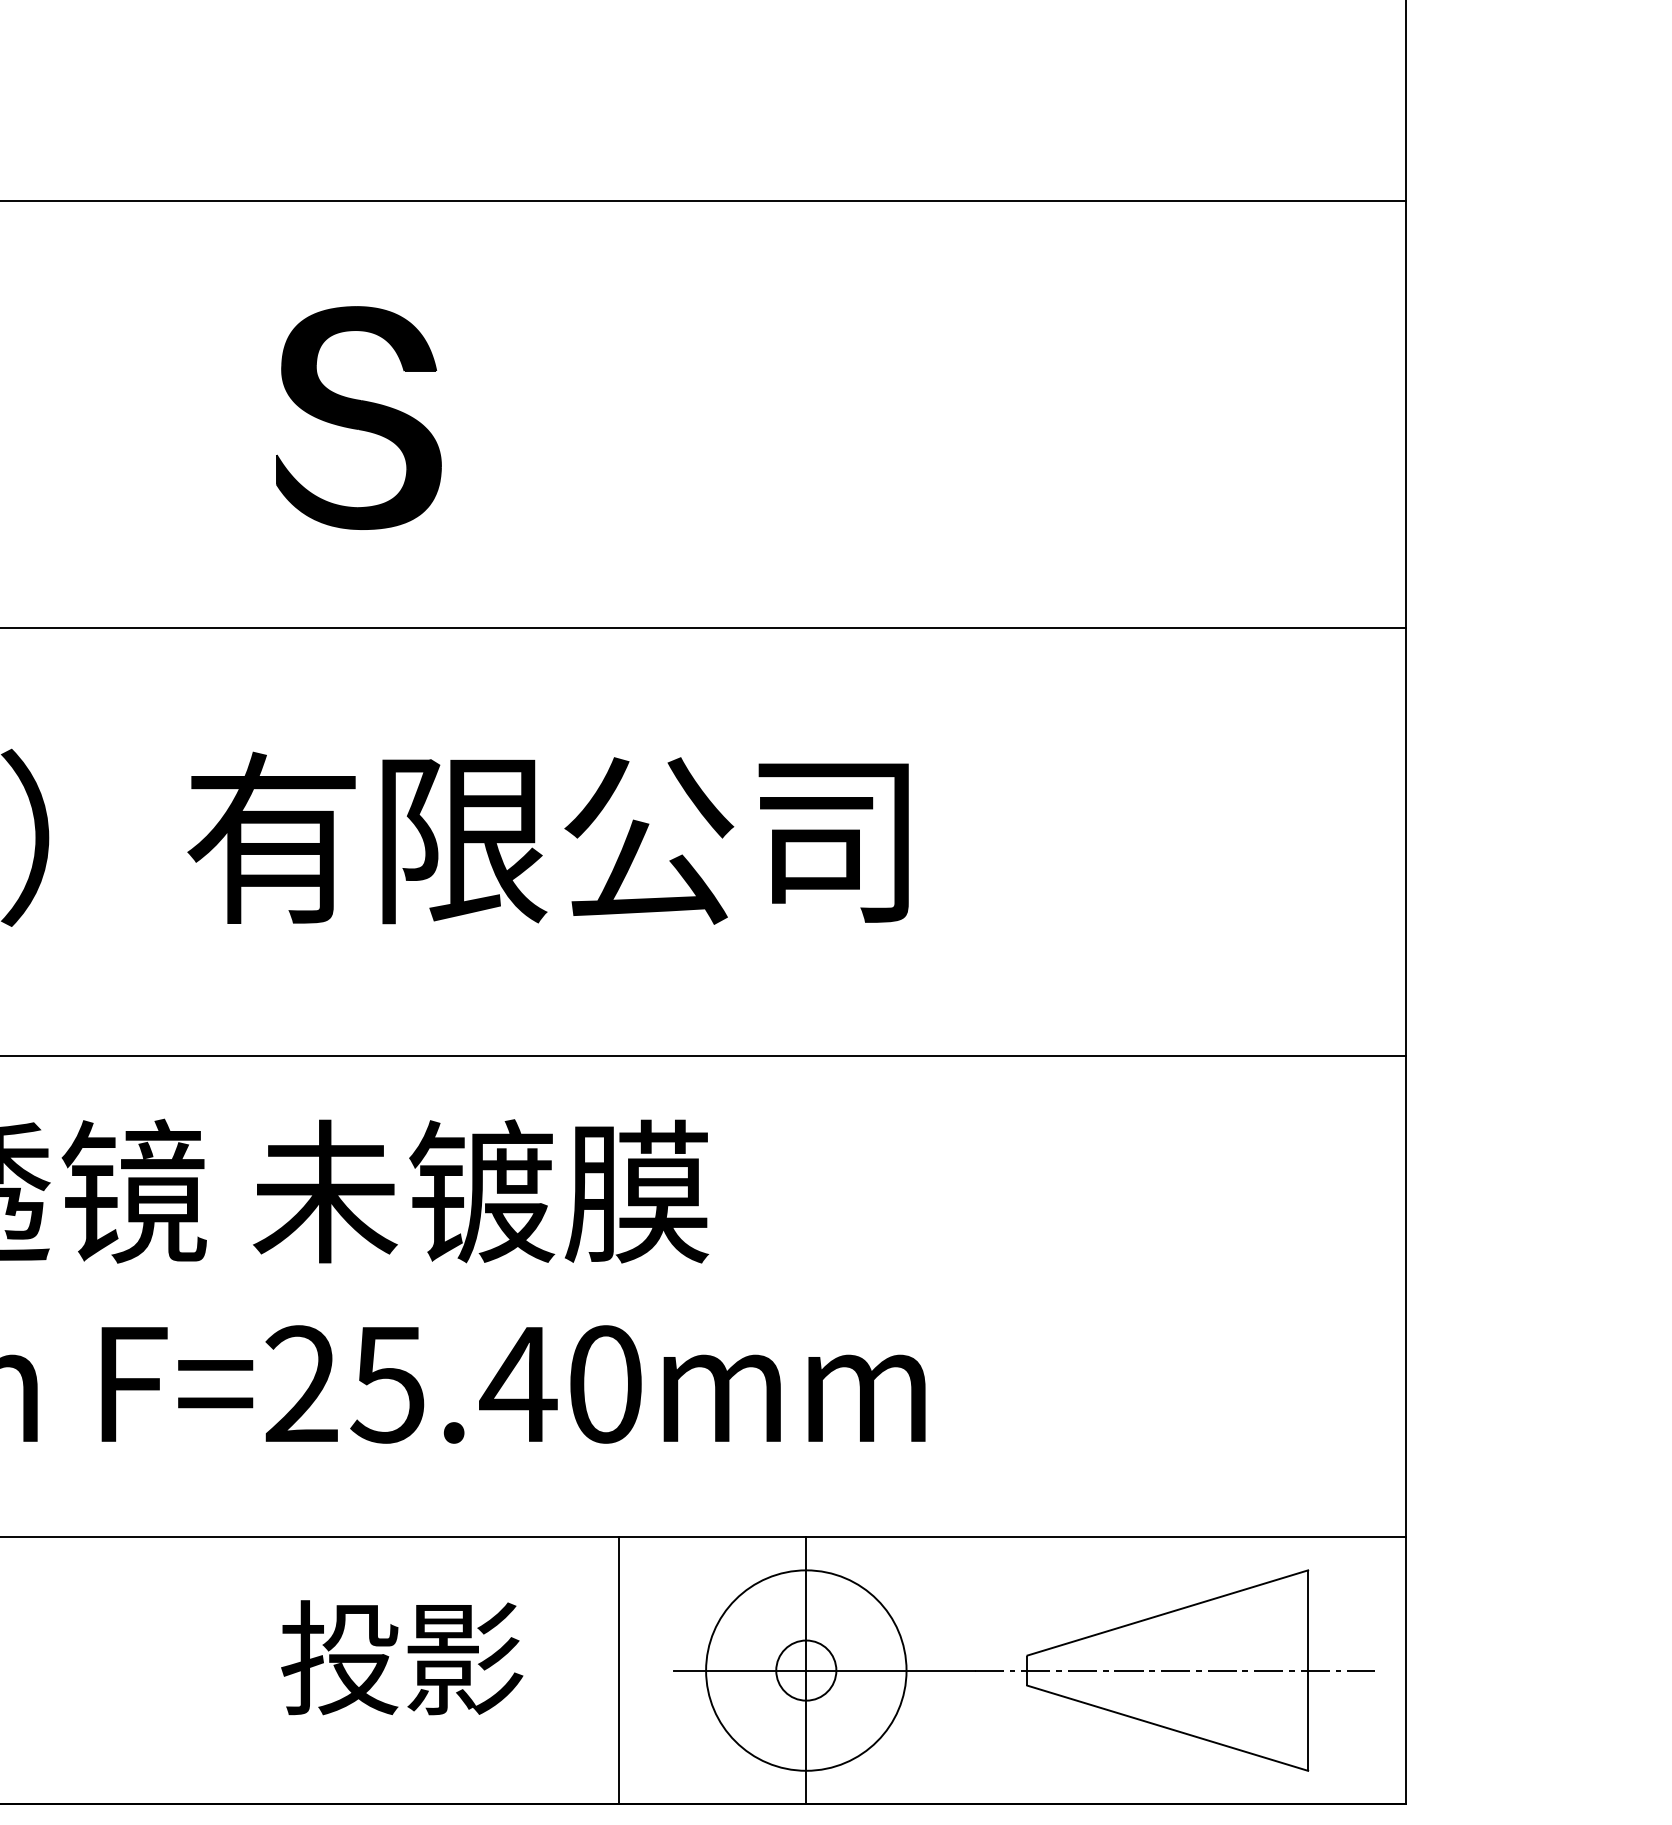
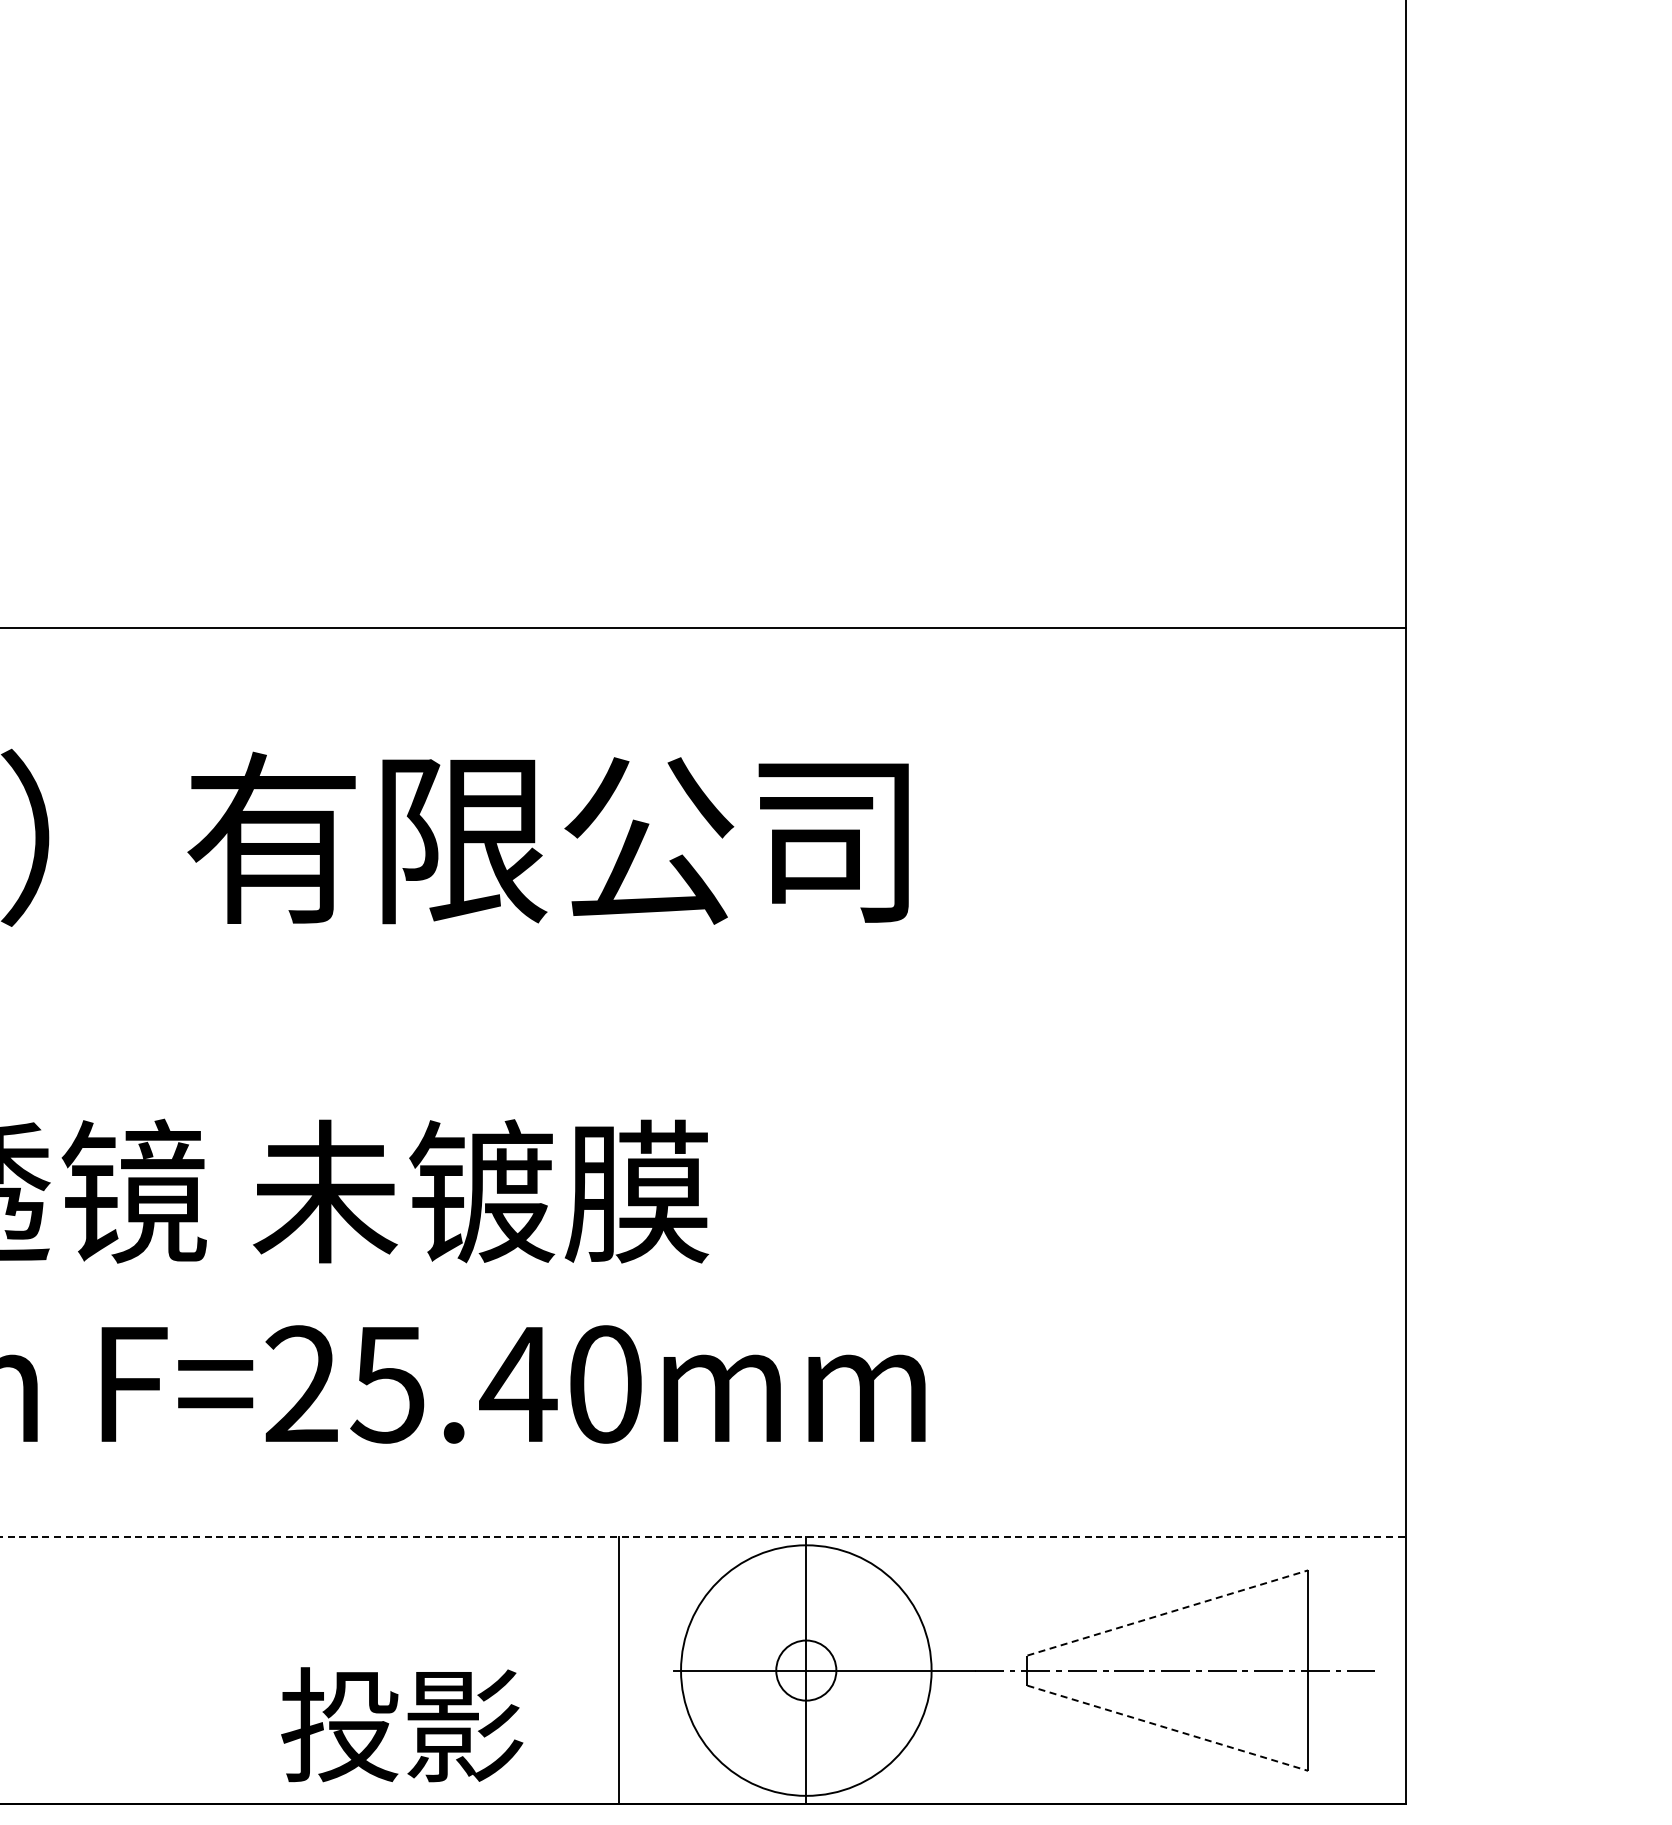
line at (704, 200): present -> none
part at (358, 417): present -> none
line at (704, 1055): present -> none
line at (703, 1536): solid -> dashed
line at (1167, 1612): solid -> dashed
text at (402, 1657) position: (402, 1657) -> (402, 1724)
circle at (806, 1670) diameter: 200 px -> 251 px
line at (1167, 1728): solid -> dashed
